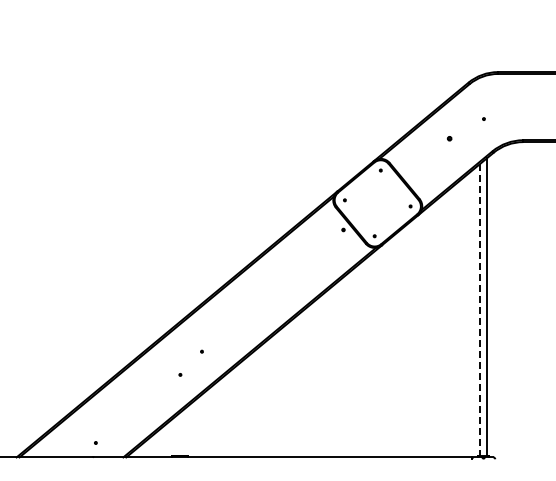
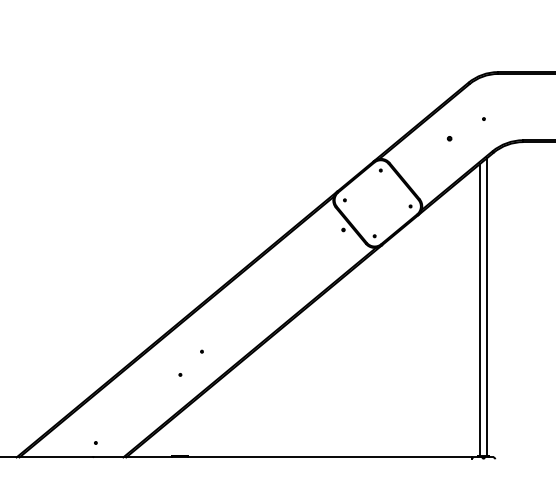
line at (479, 310): dashed -> solid
